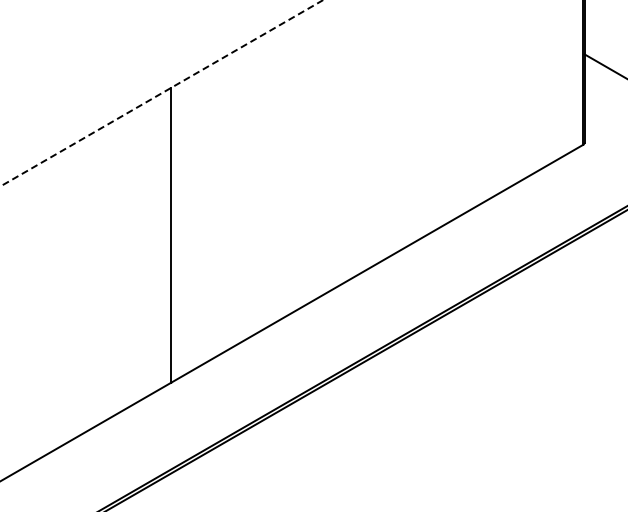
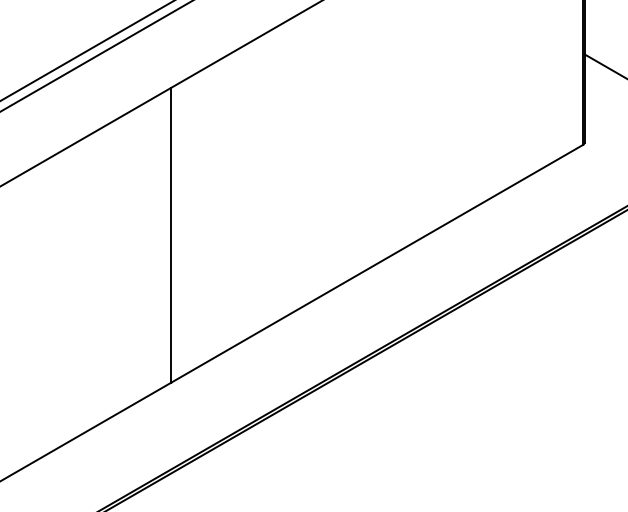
line at (86, 50): none -> present
line at (95, 56): none -> present
line at (161, 93): dashed -> solid
